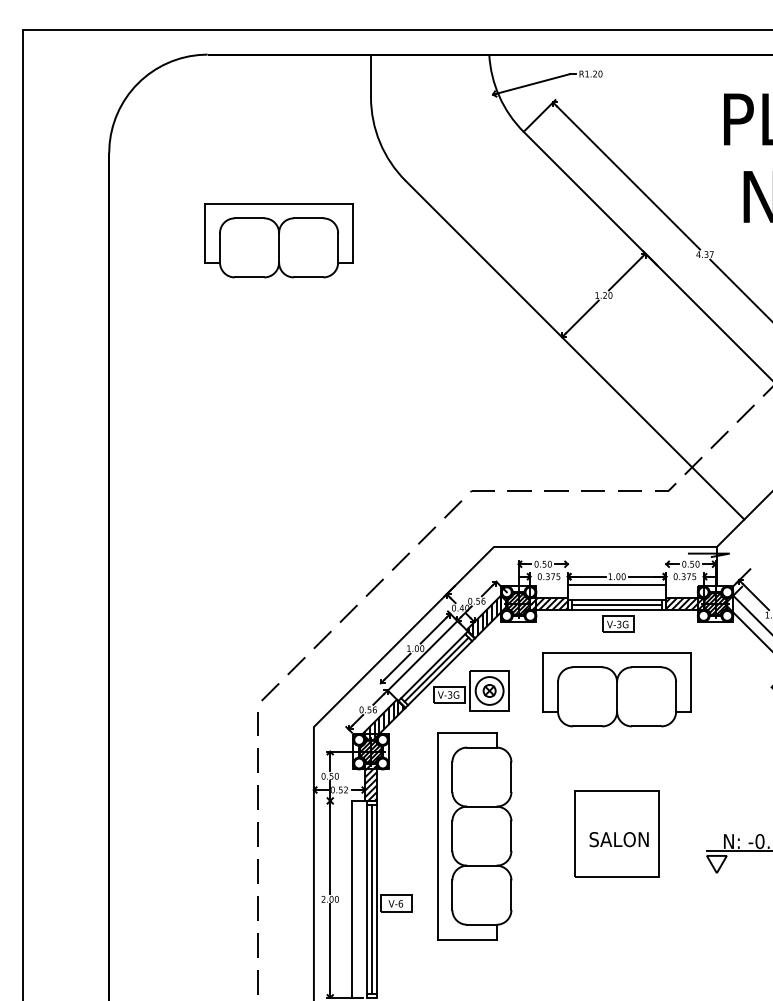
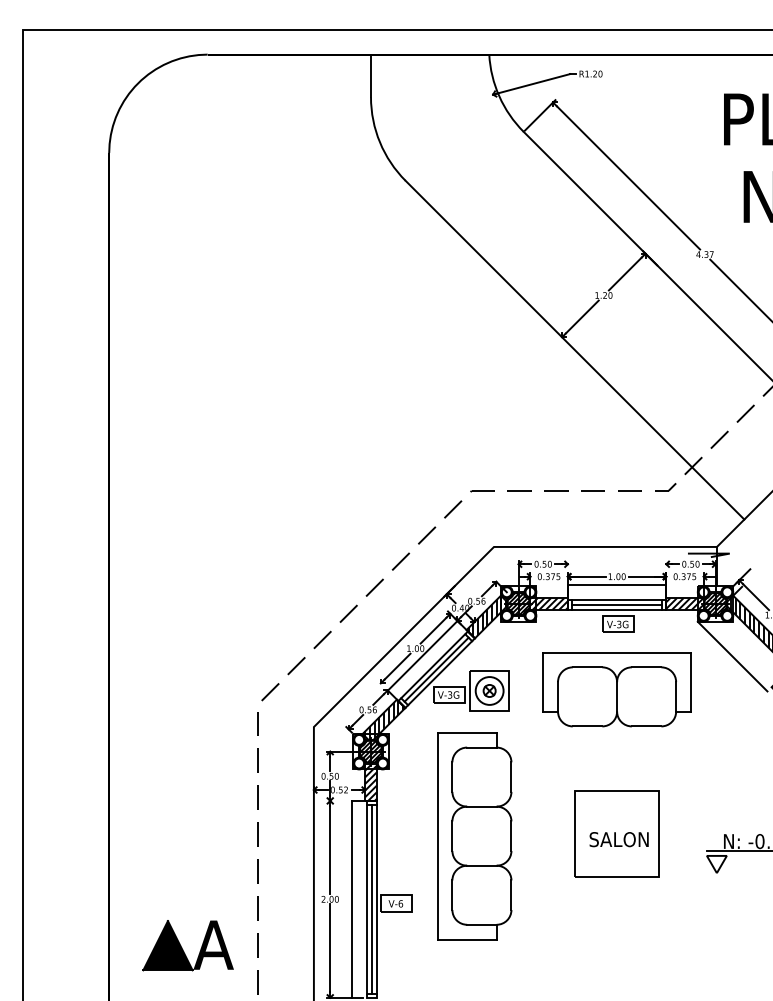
part at (278, 240): present -> none
hatch at (749, 622): none -> present
line at (732, 656): none -> present
part at (187, 945): none -> present
